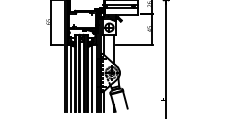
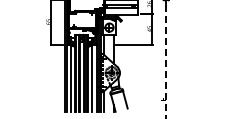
line at (166, 59): solid -> dashed
